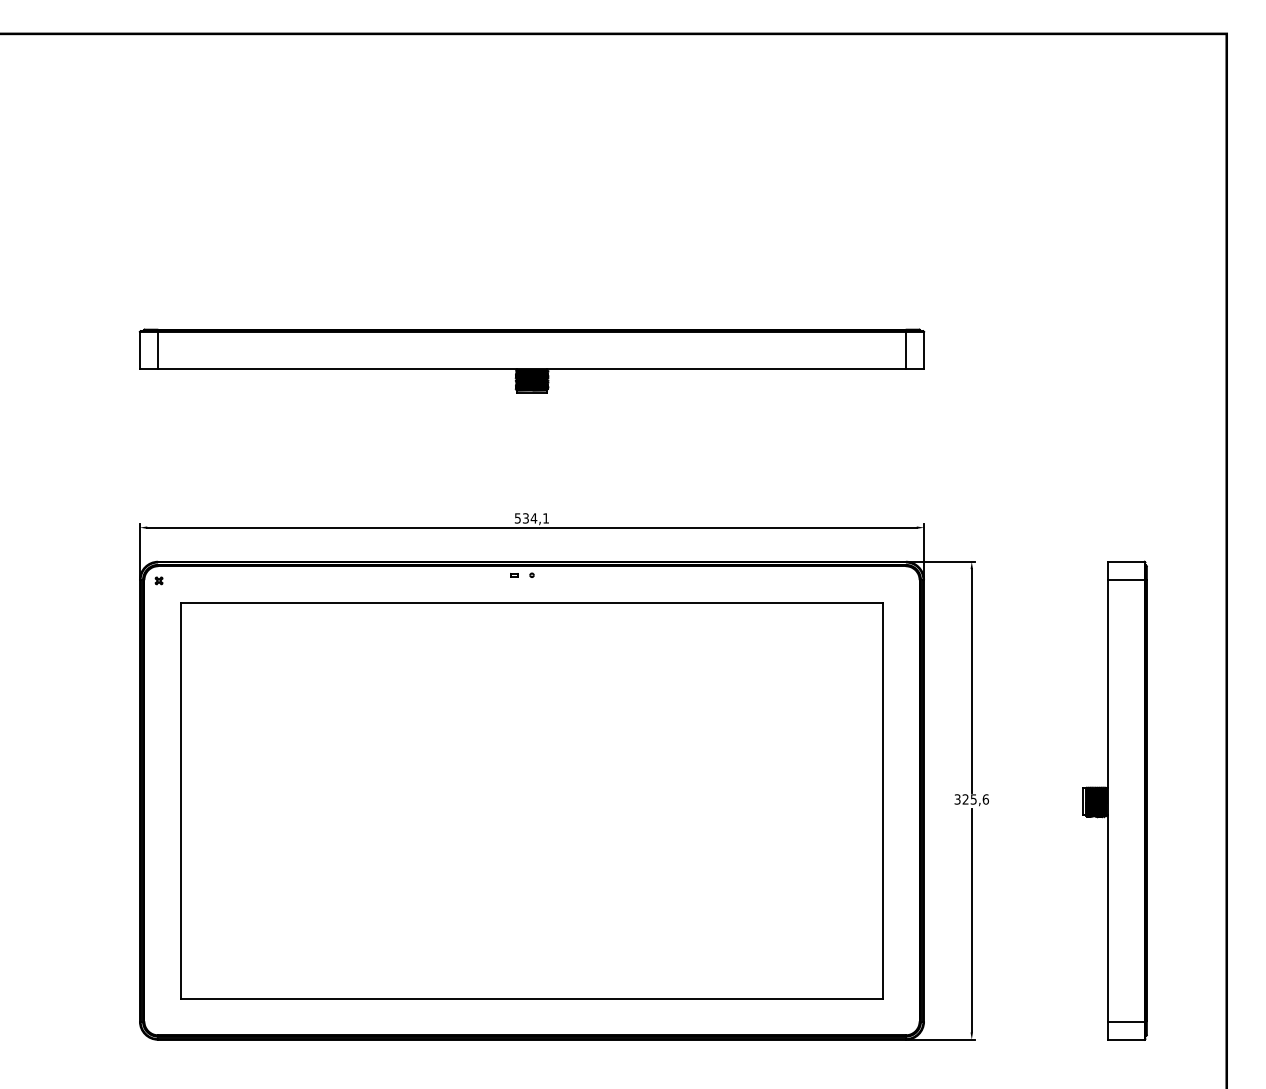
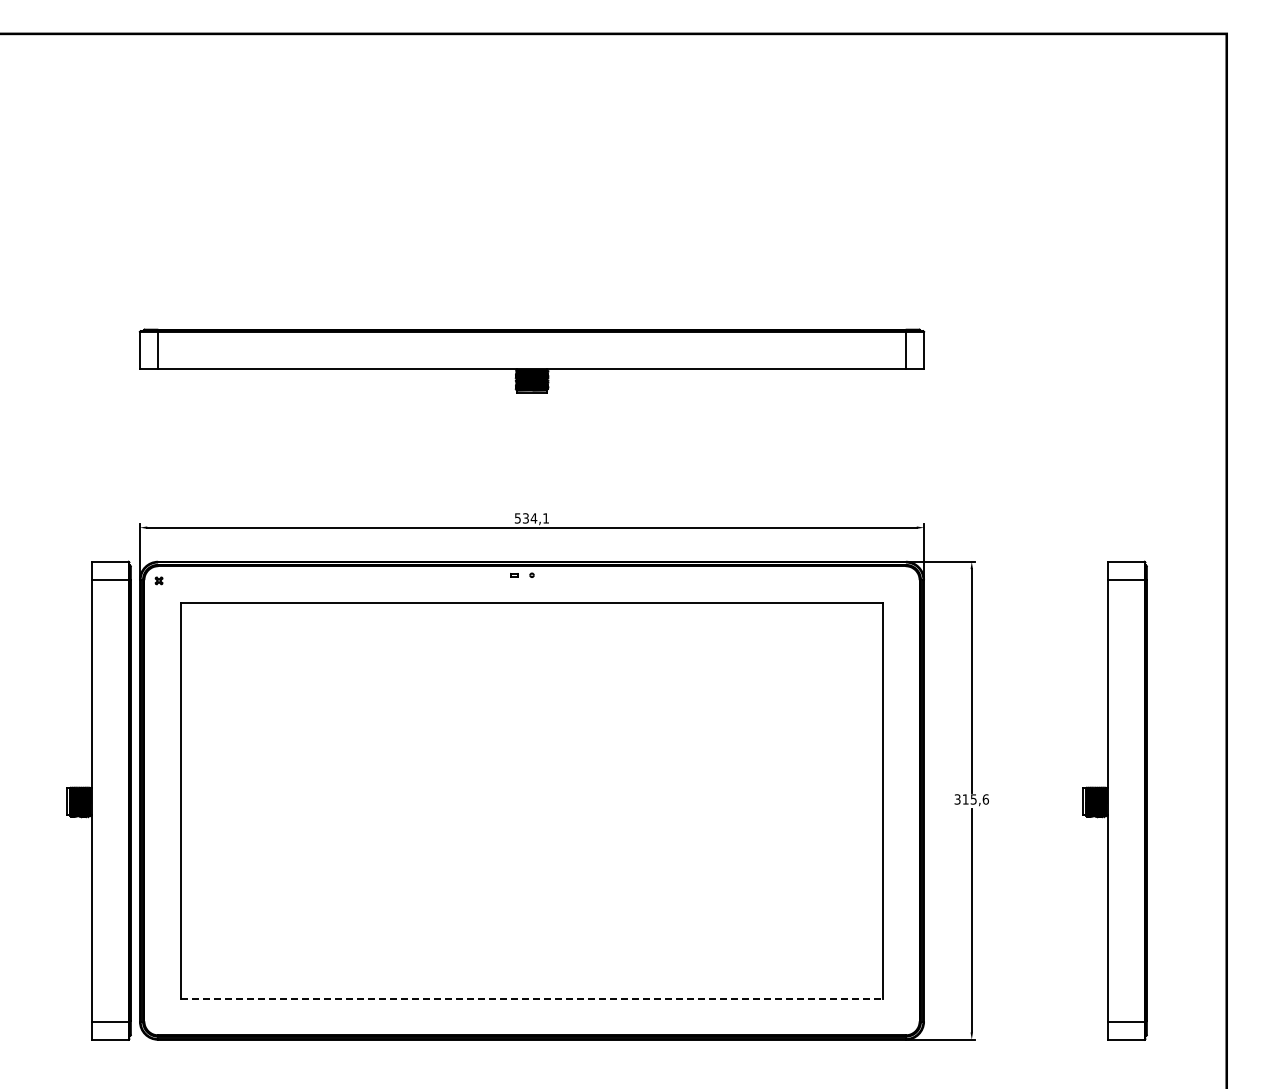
text at (965, 799): 325,6 -> 315,6
part at (98, 800): none -> present
line at (532, 998): solid -> dashed
